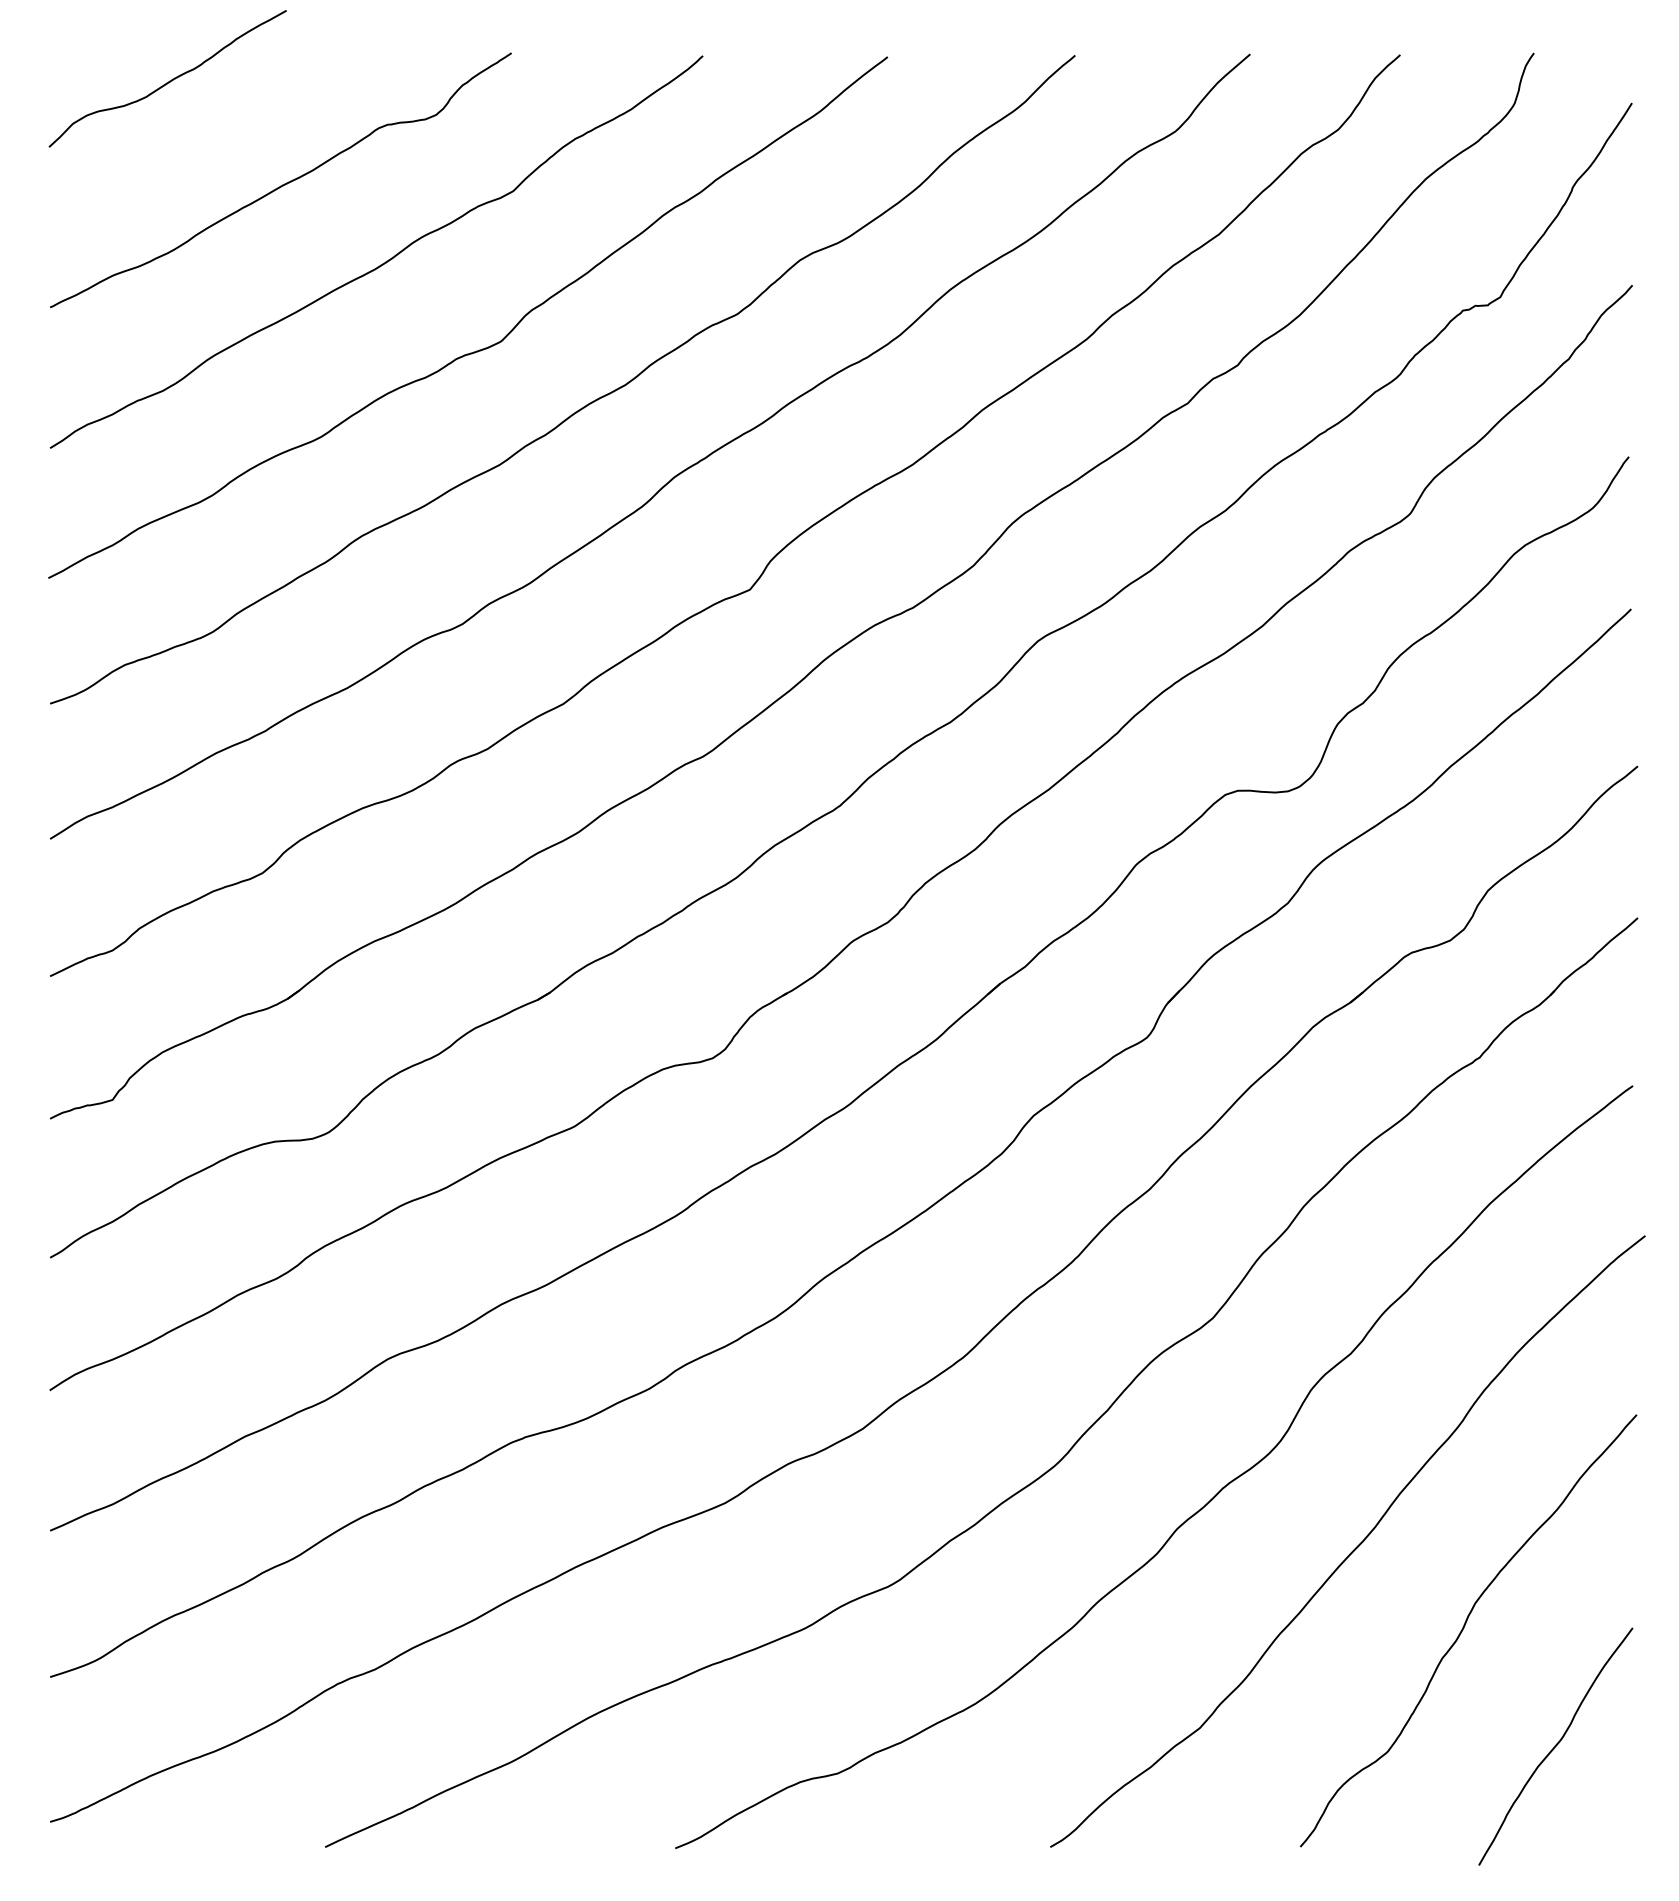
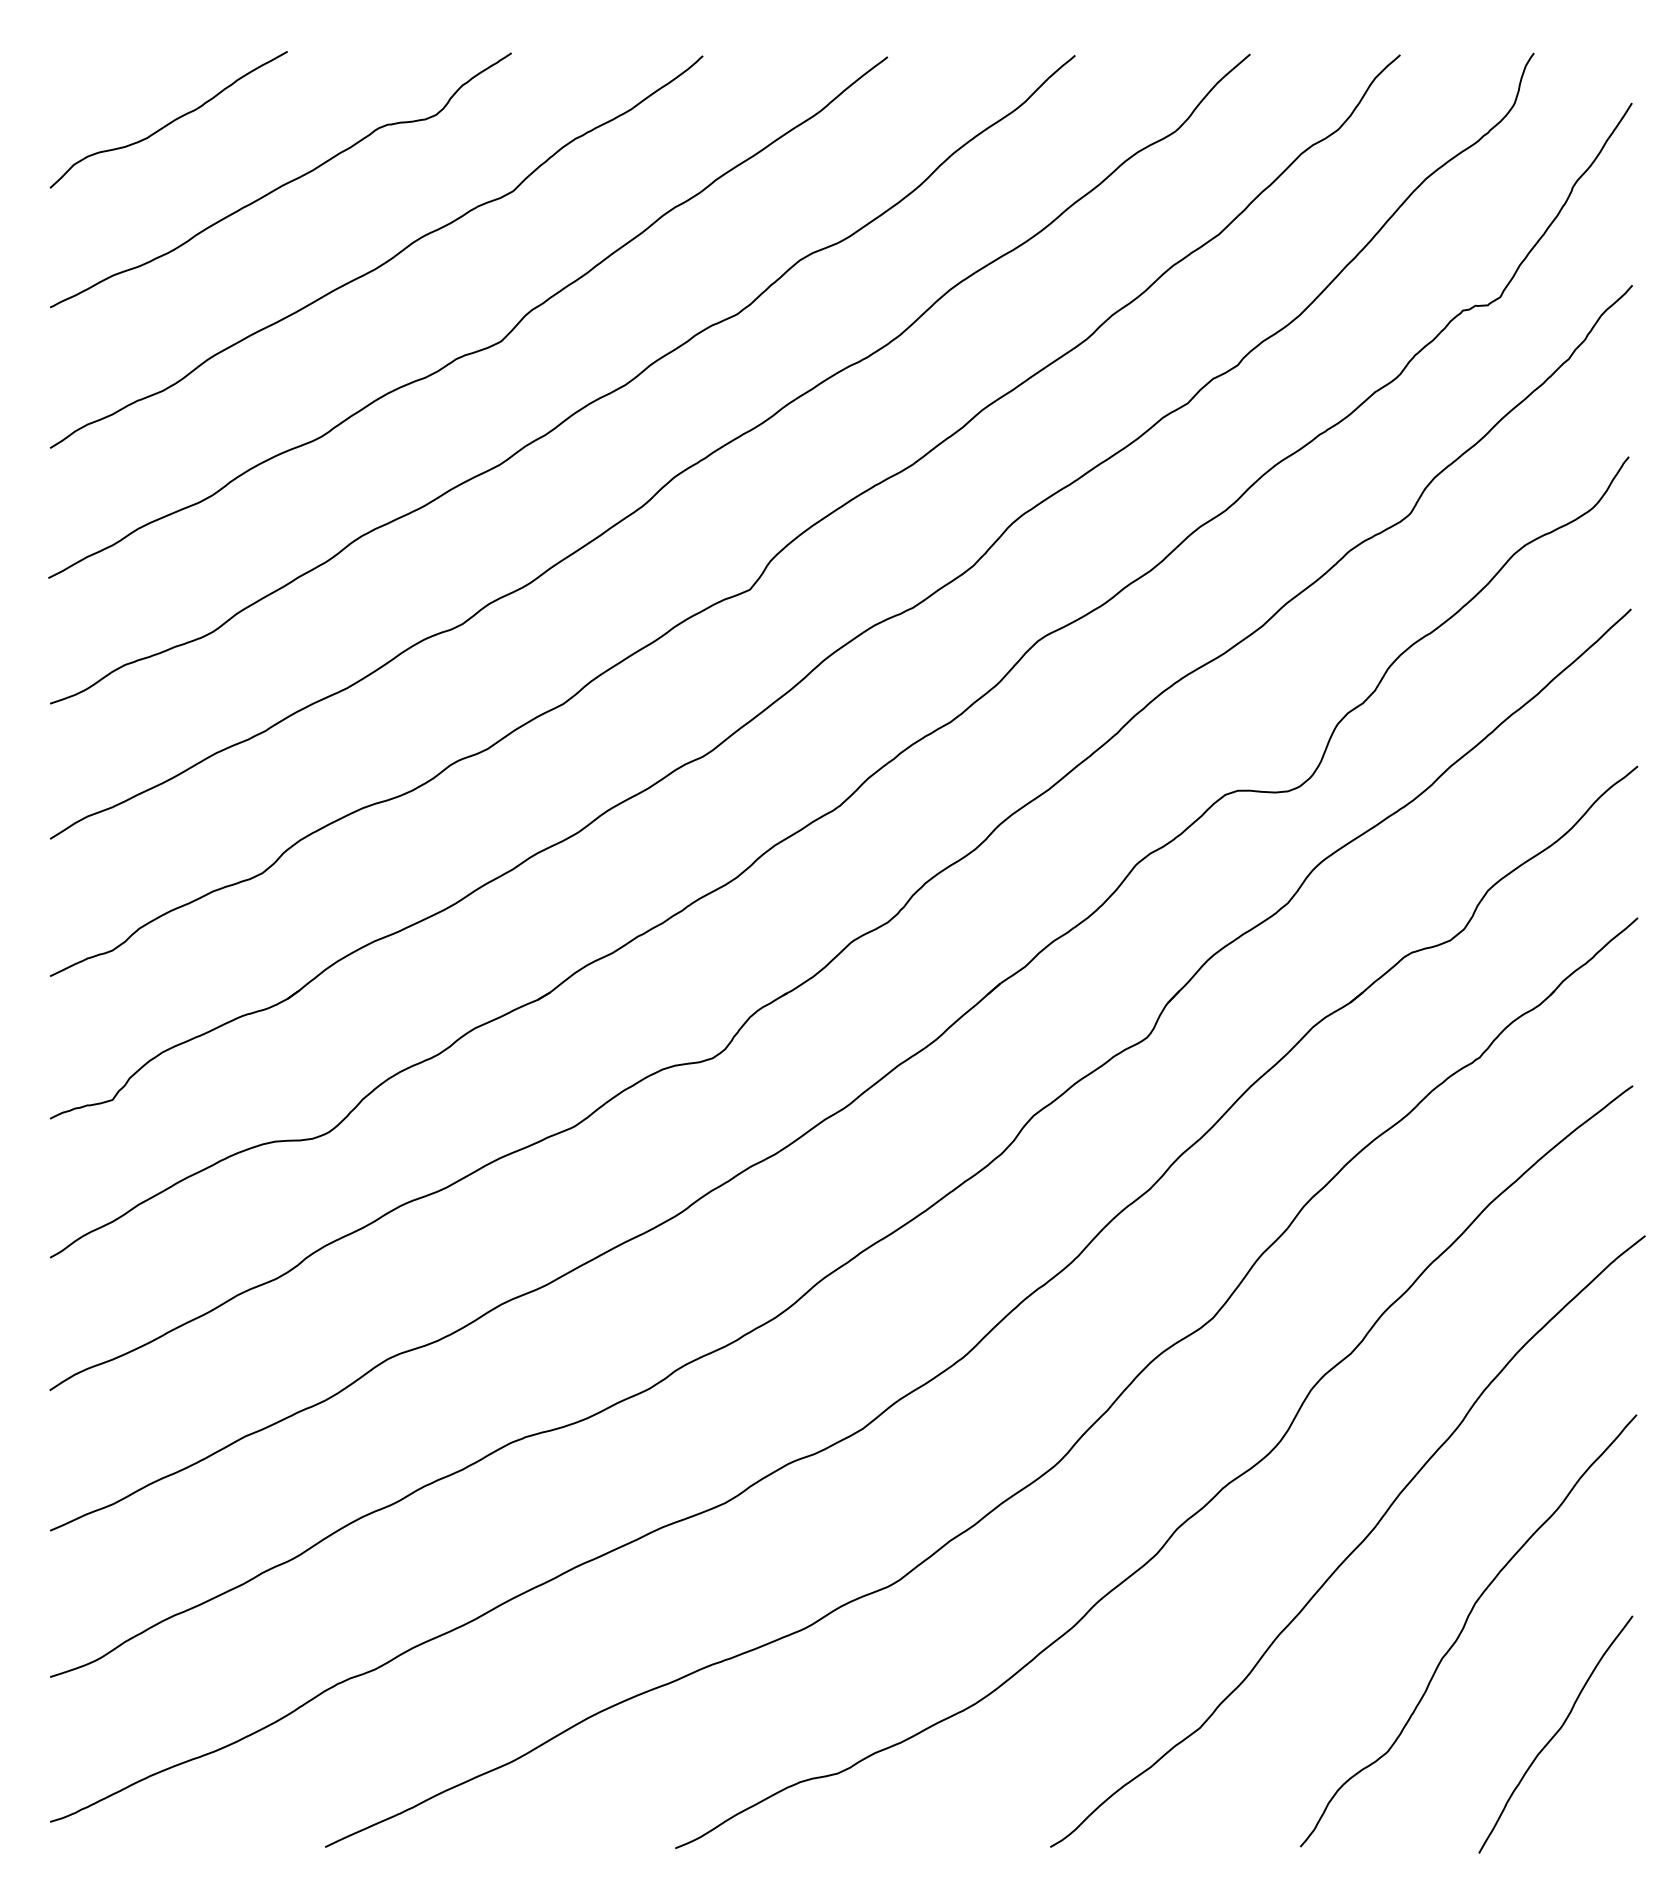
curve at (169, 80) position: (169, 80) -> (170, 121)
curve at (1555, 1746) position: (1555, 1746) -> (1555, 1734)
